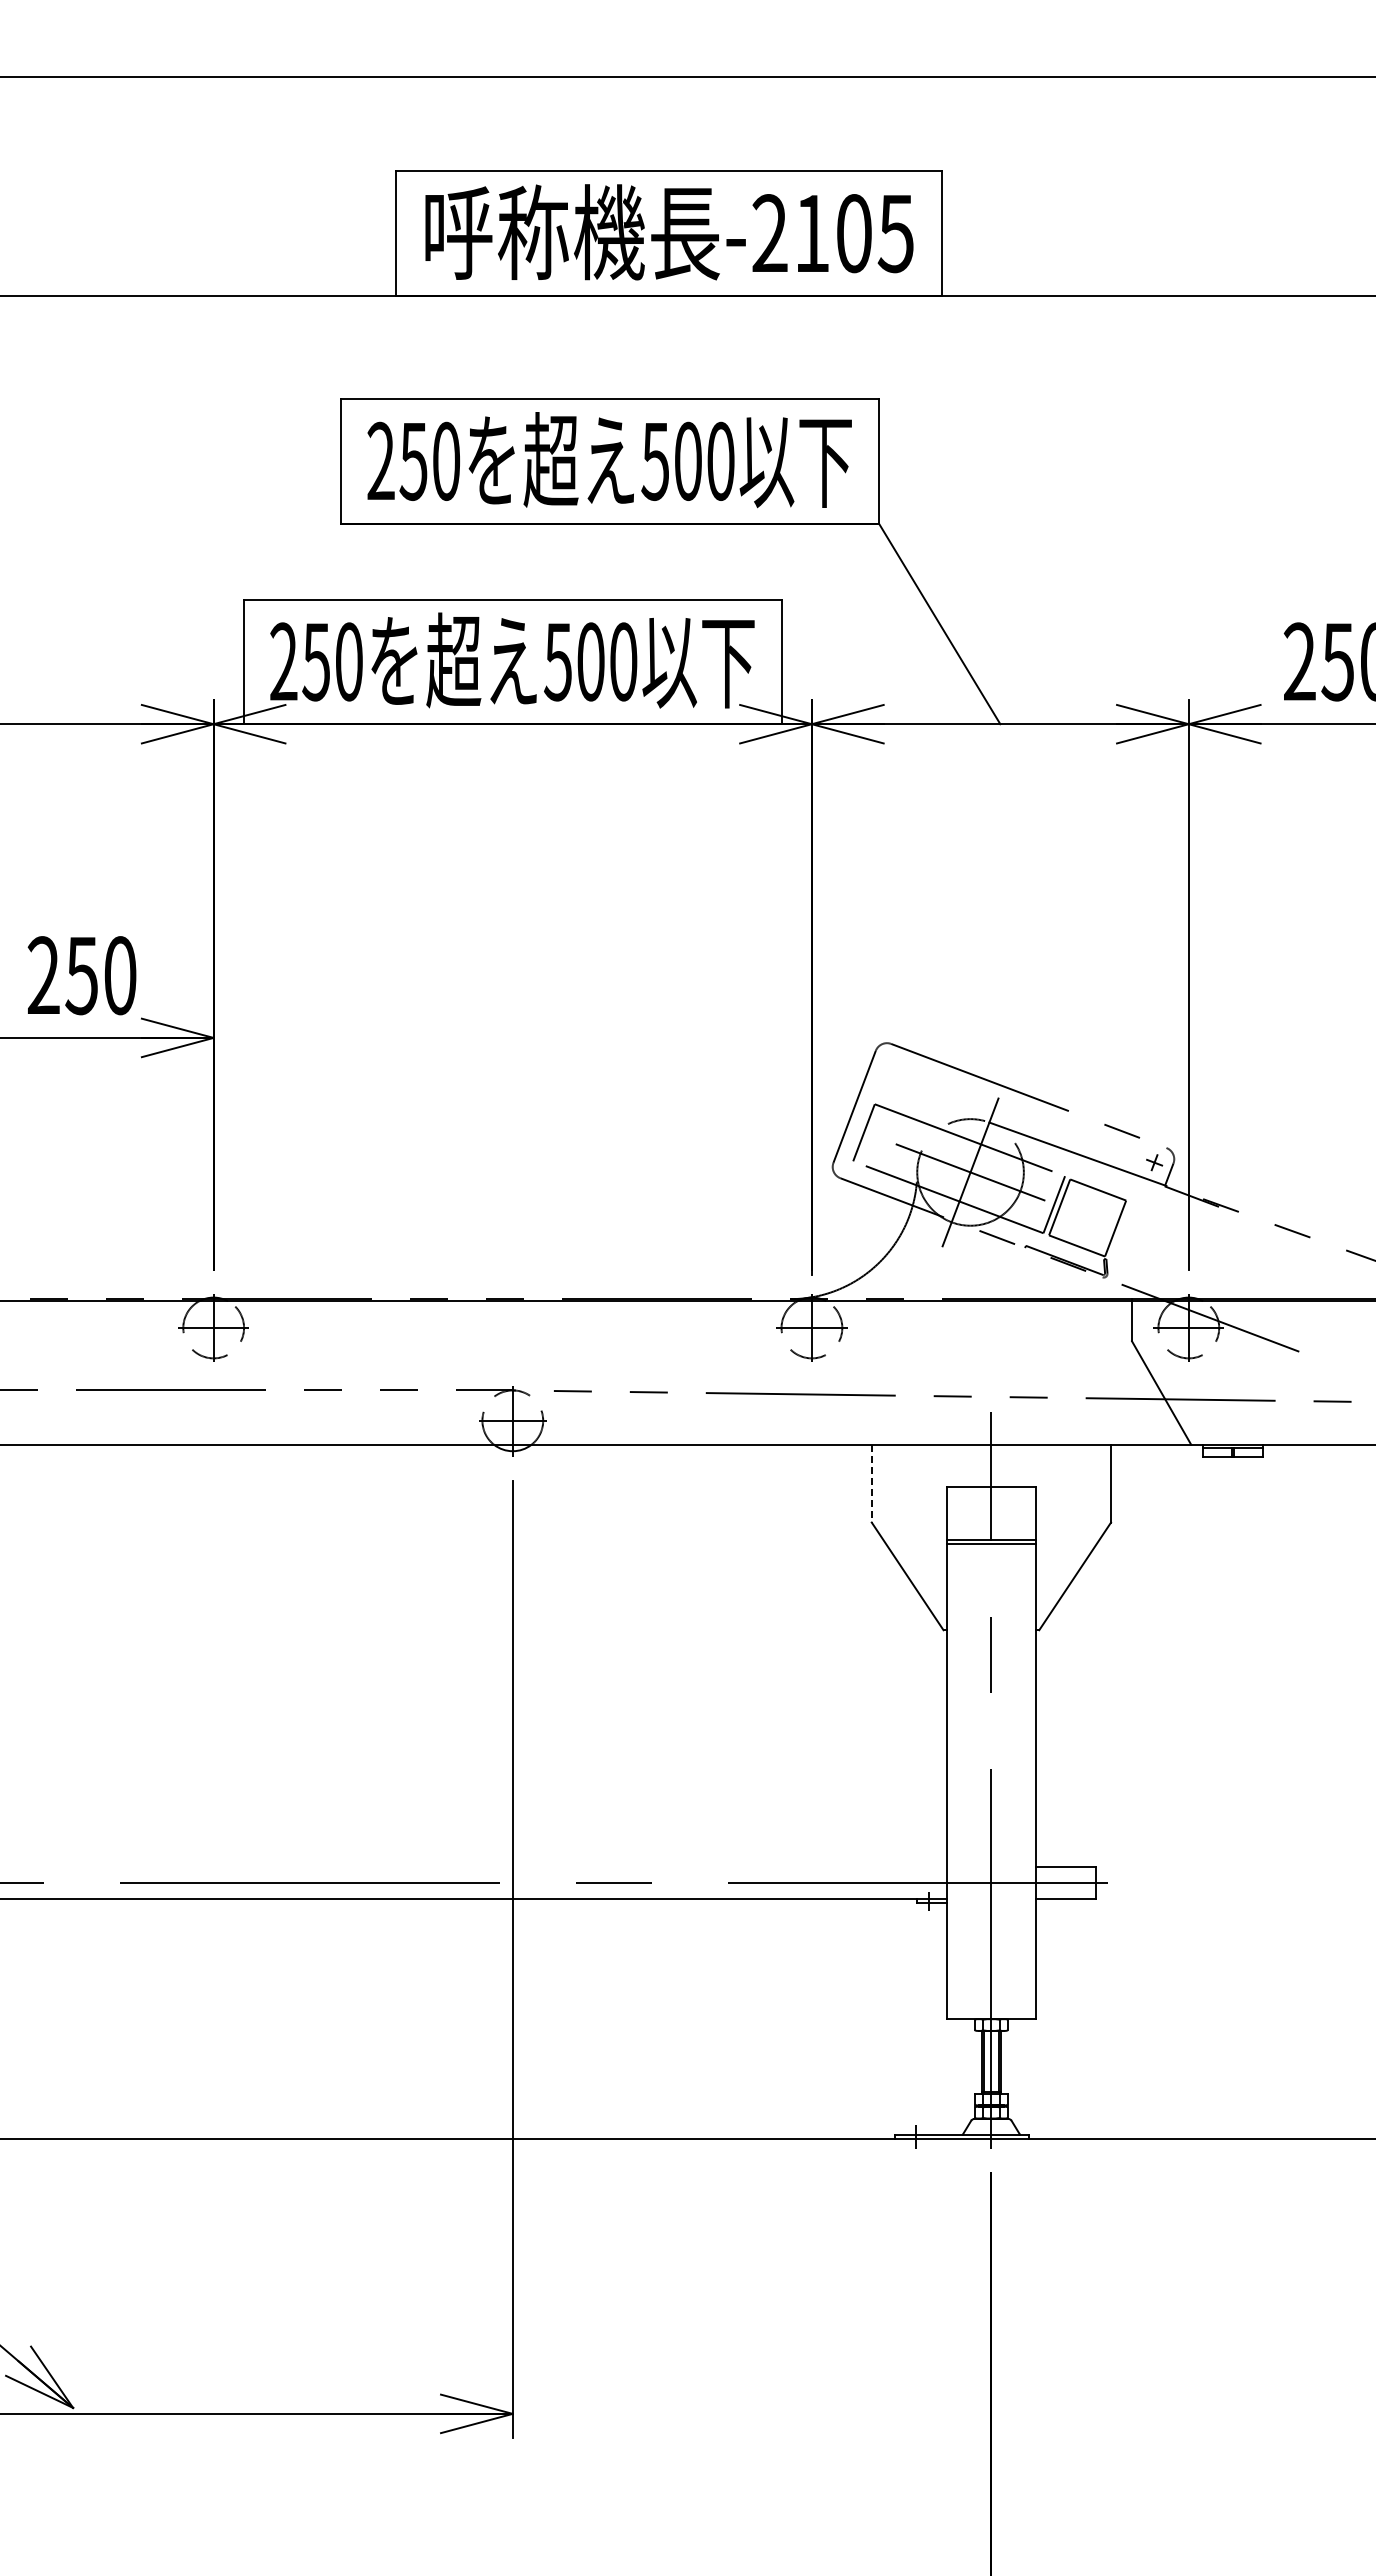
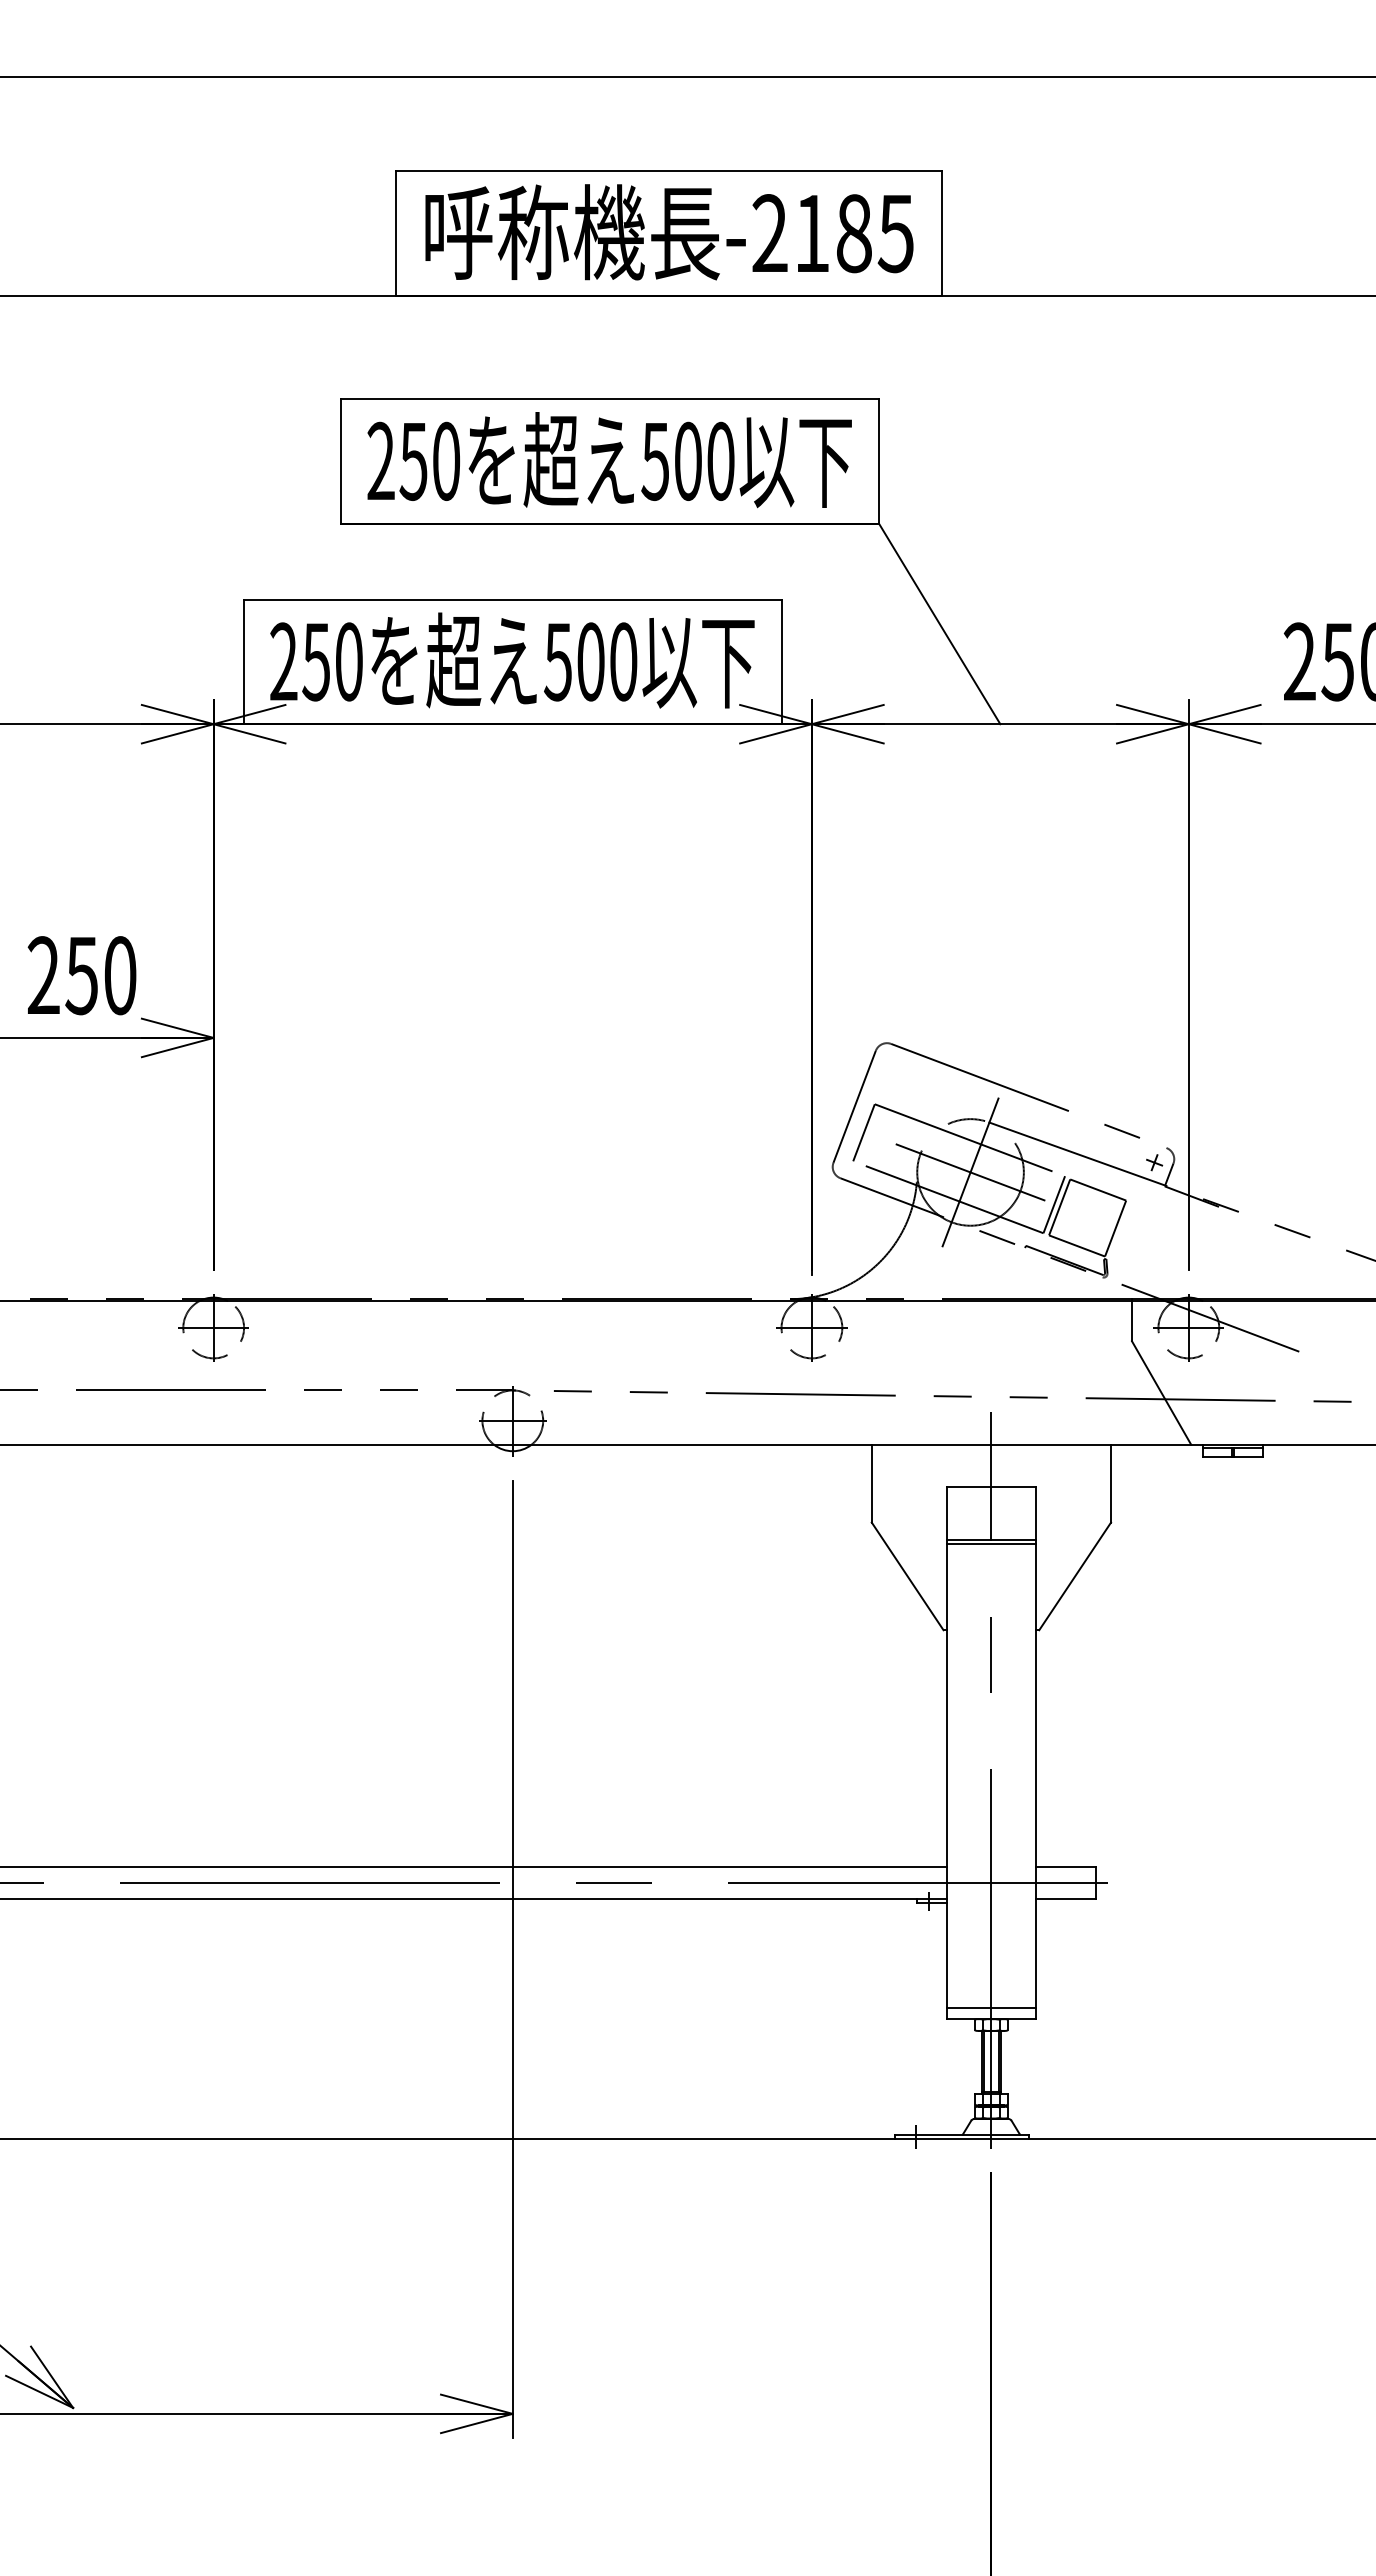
text at (854, 233): -2105 -> -2185
line at (871, 1483): dashed -> solid
line at (474, 1866): none -> present
line at (991, 2008): none -> present
